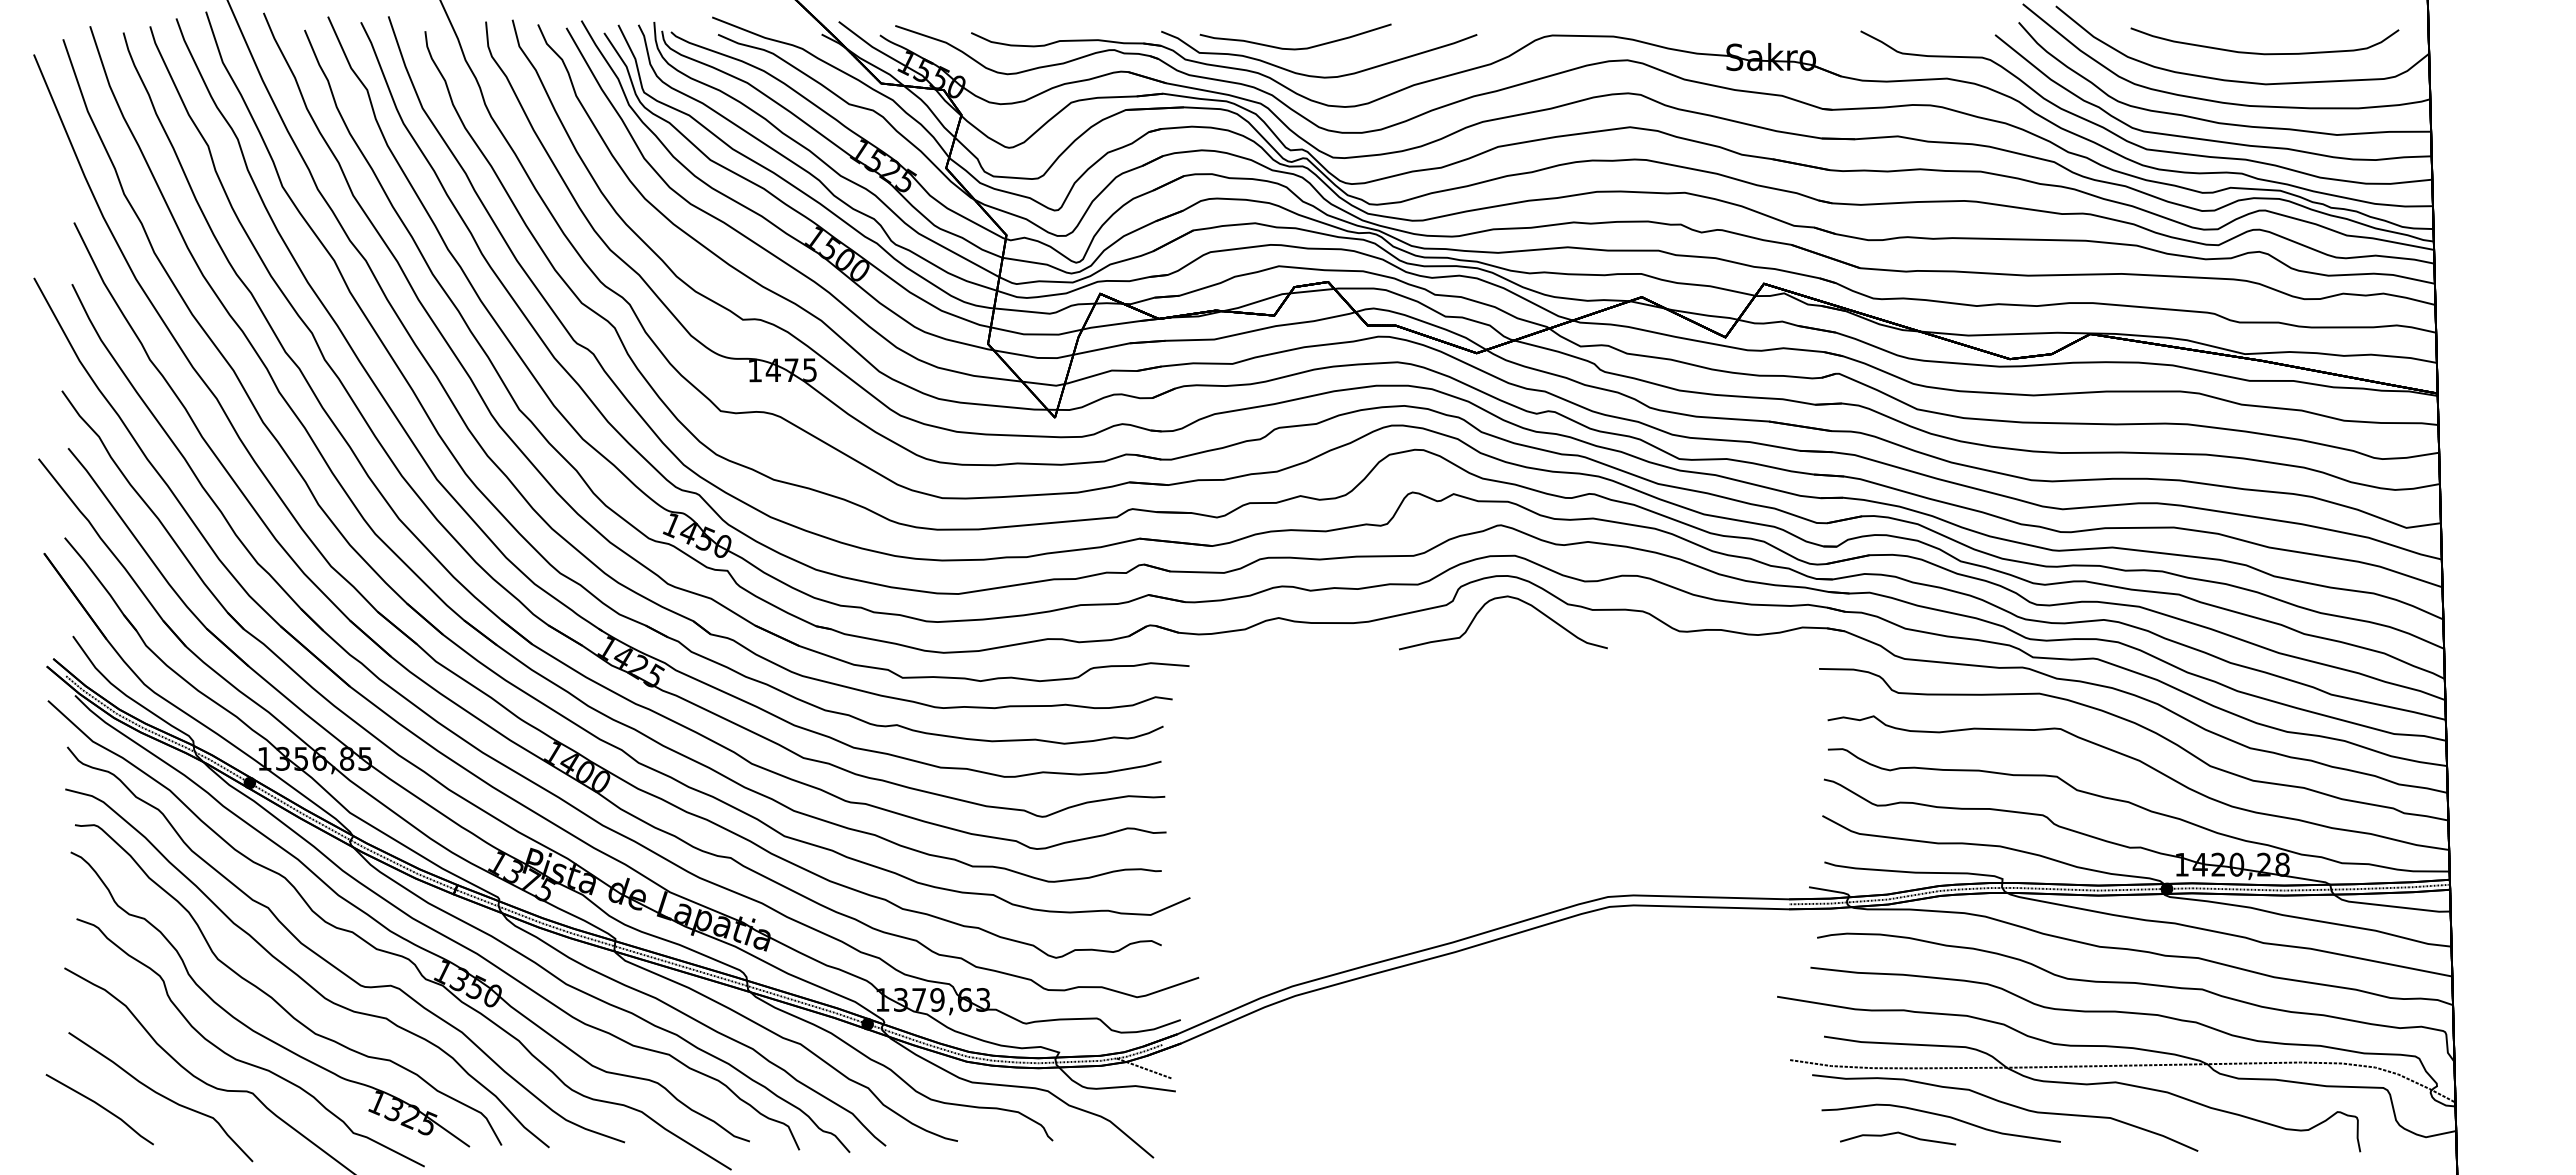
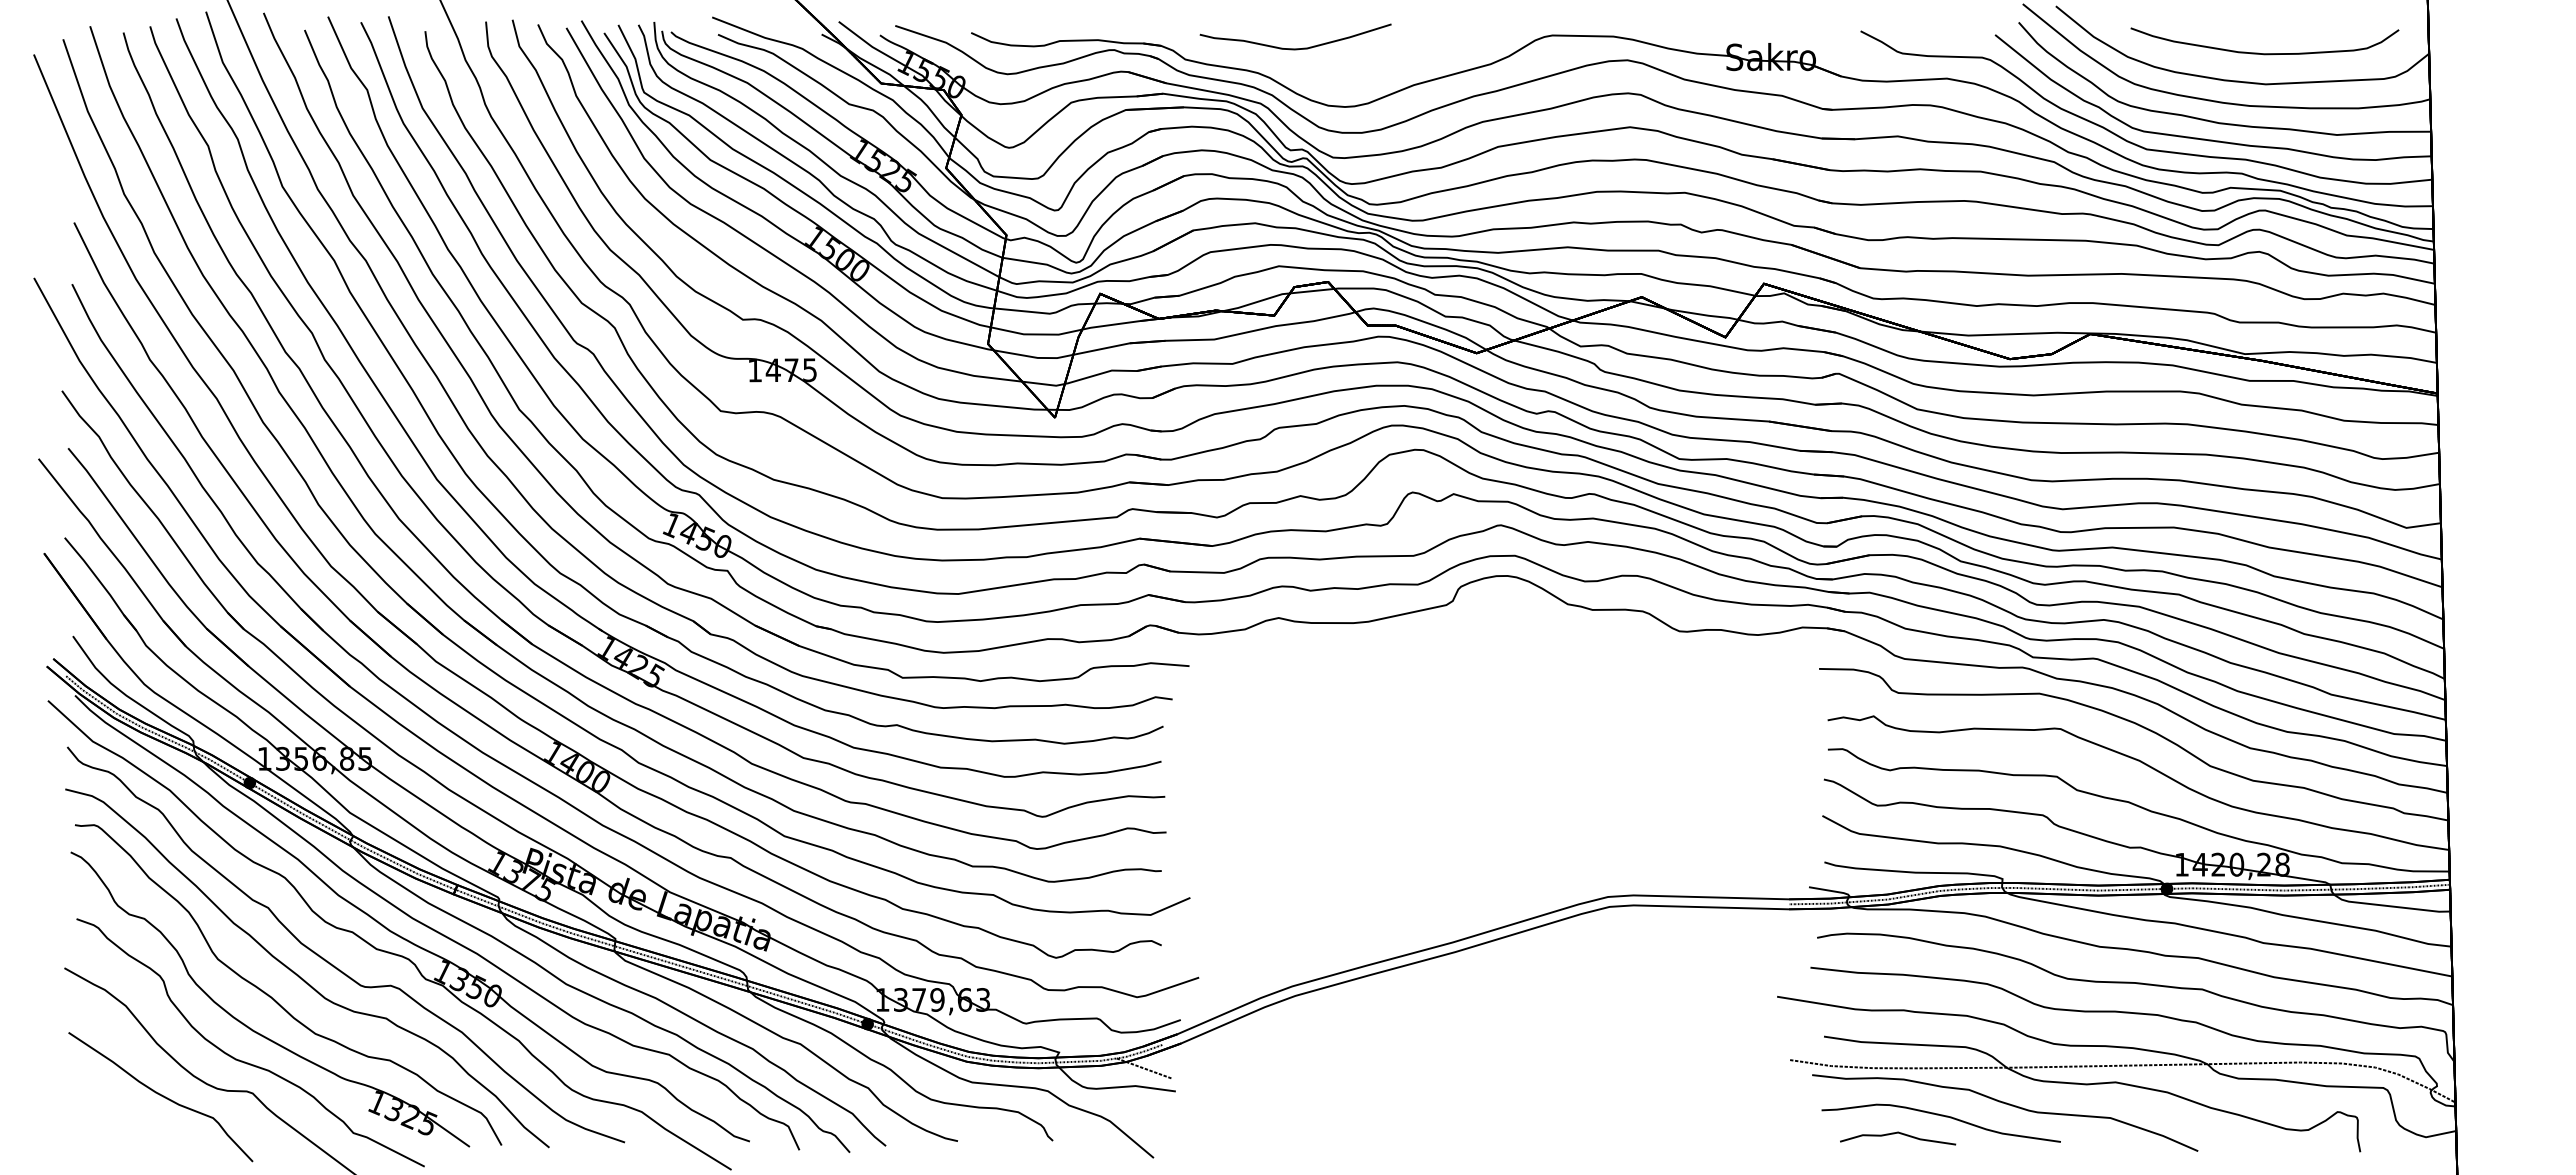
part at (1316, 75): present -> none
part at (1502, 598): present -> none
part at (99, 1109): present -> none
